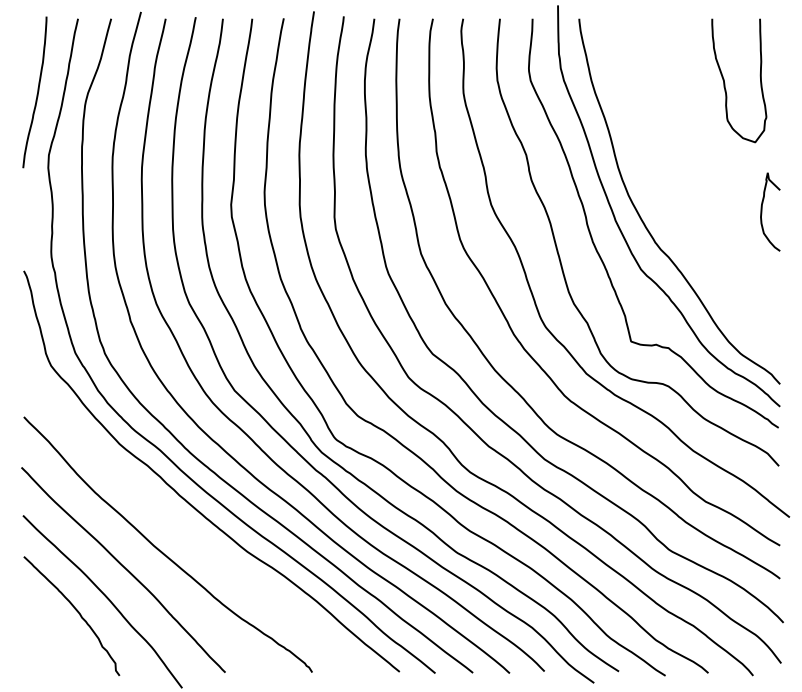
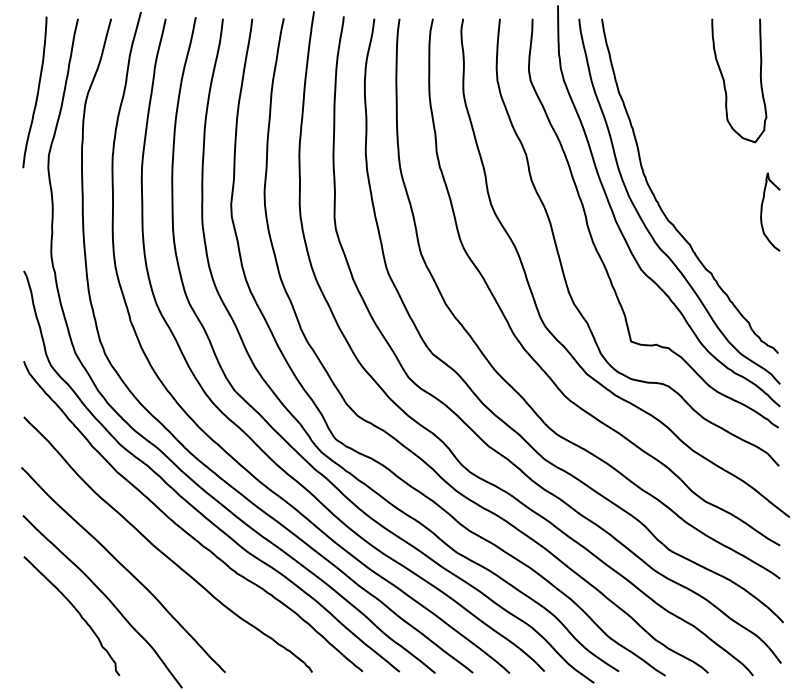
curve at (658, 201): none -> present
curve at (183, 528): none -> present
